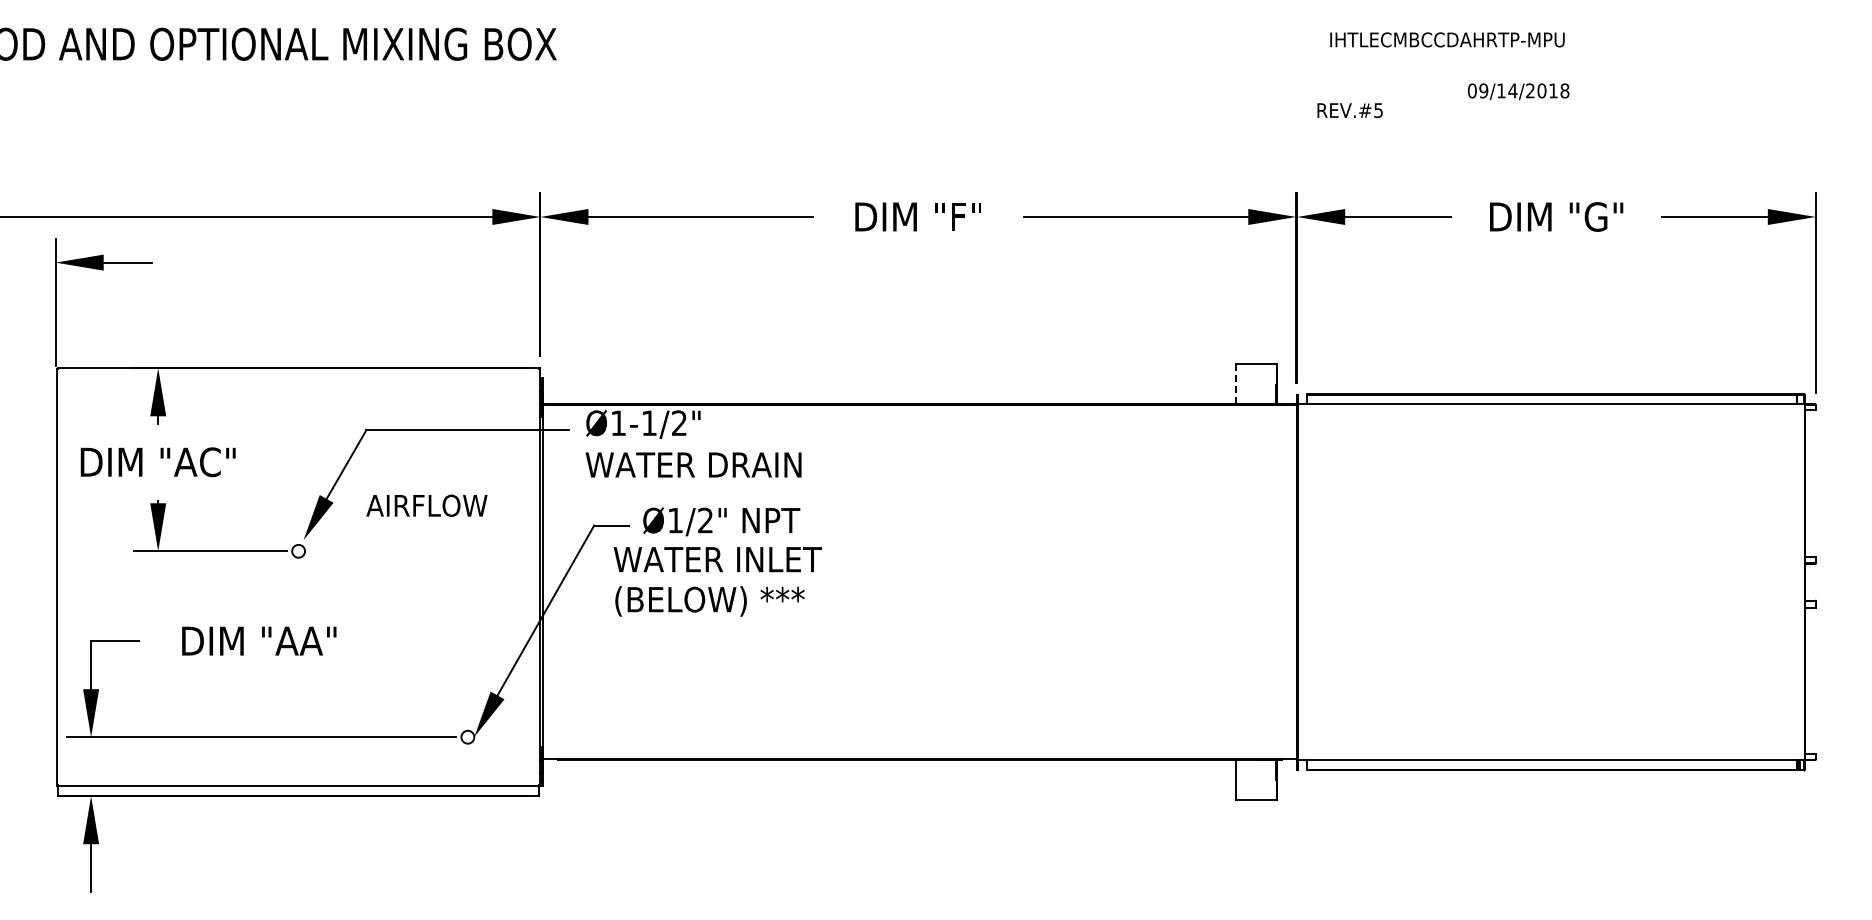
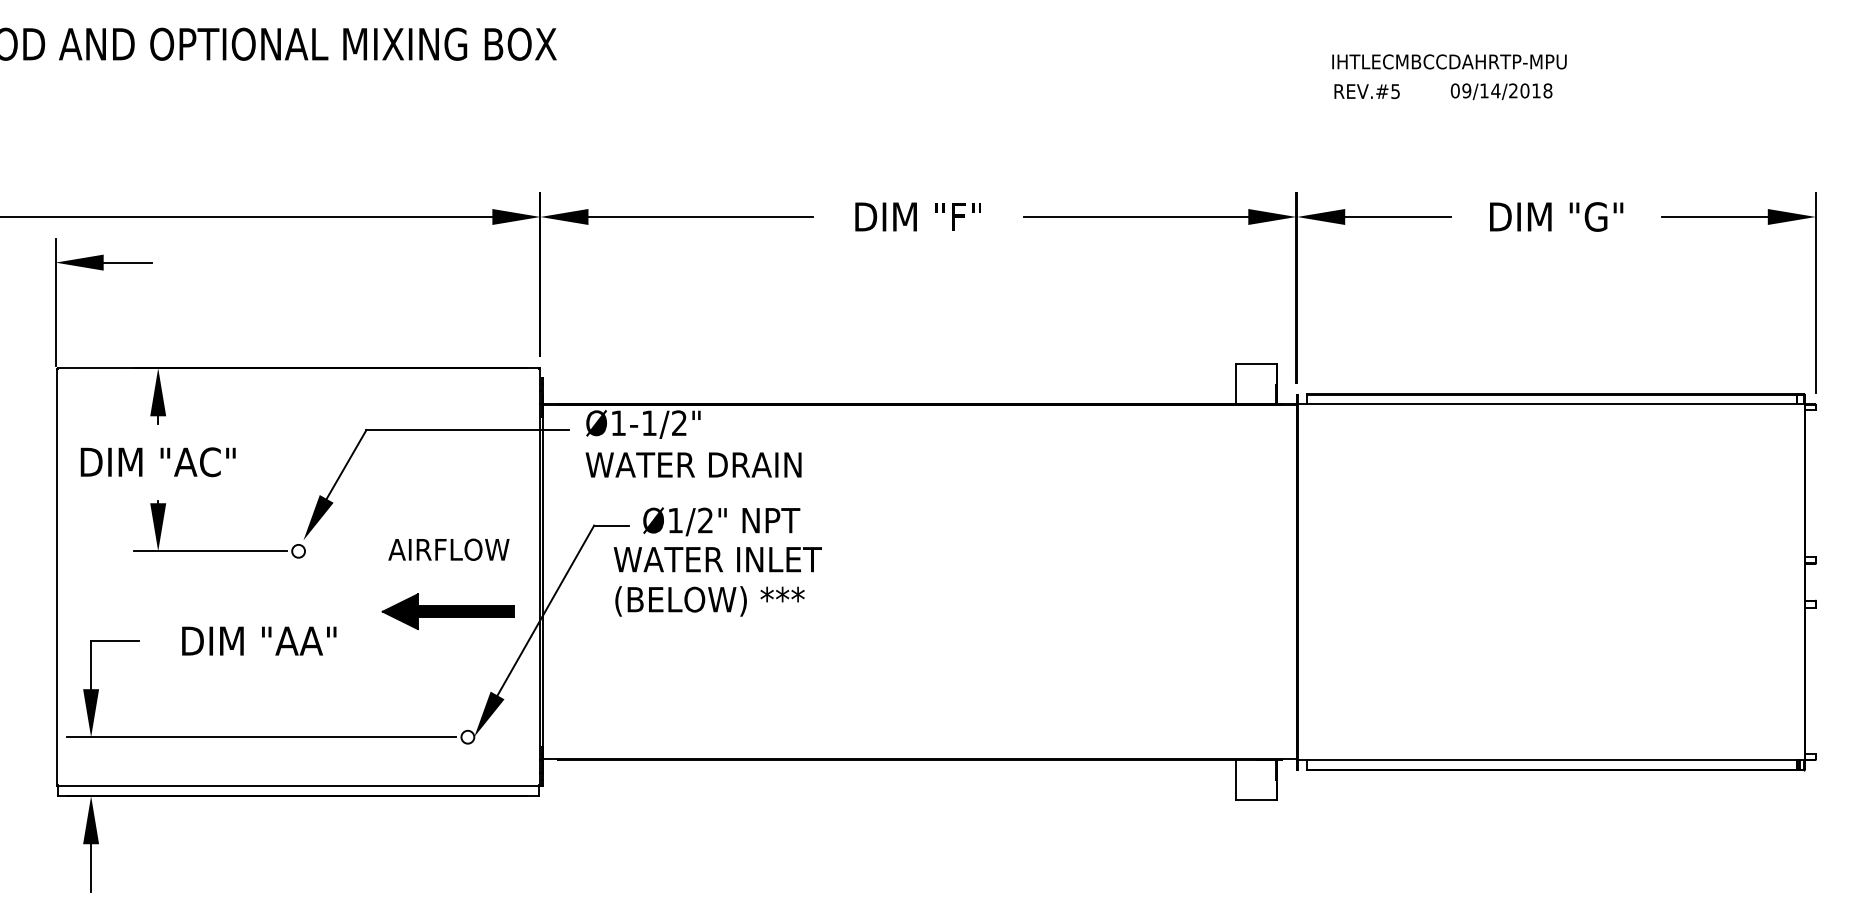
text at (1447, 39) position: (1447, 39) -> (1449, 61)
text at (1518, 91) position: (1518, 91) -> (1501, 91)
text at (1349, 110) position: (1349, 110) -> (1366, 91)
line at (1235, 383): dashed -> solid
text at (426, 505) position: (426, 505) -> (448, 549)
part at (447, 611): none -> present
